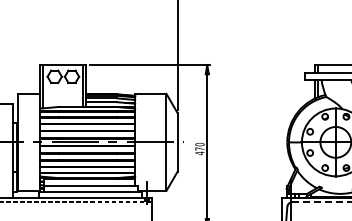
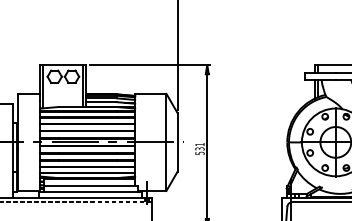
text at (199, 148): 470 -> 531
line at (321, 202): dashed -> solid
